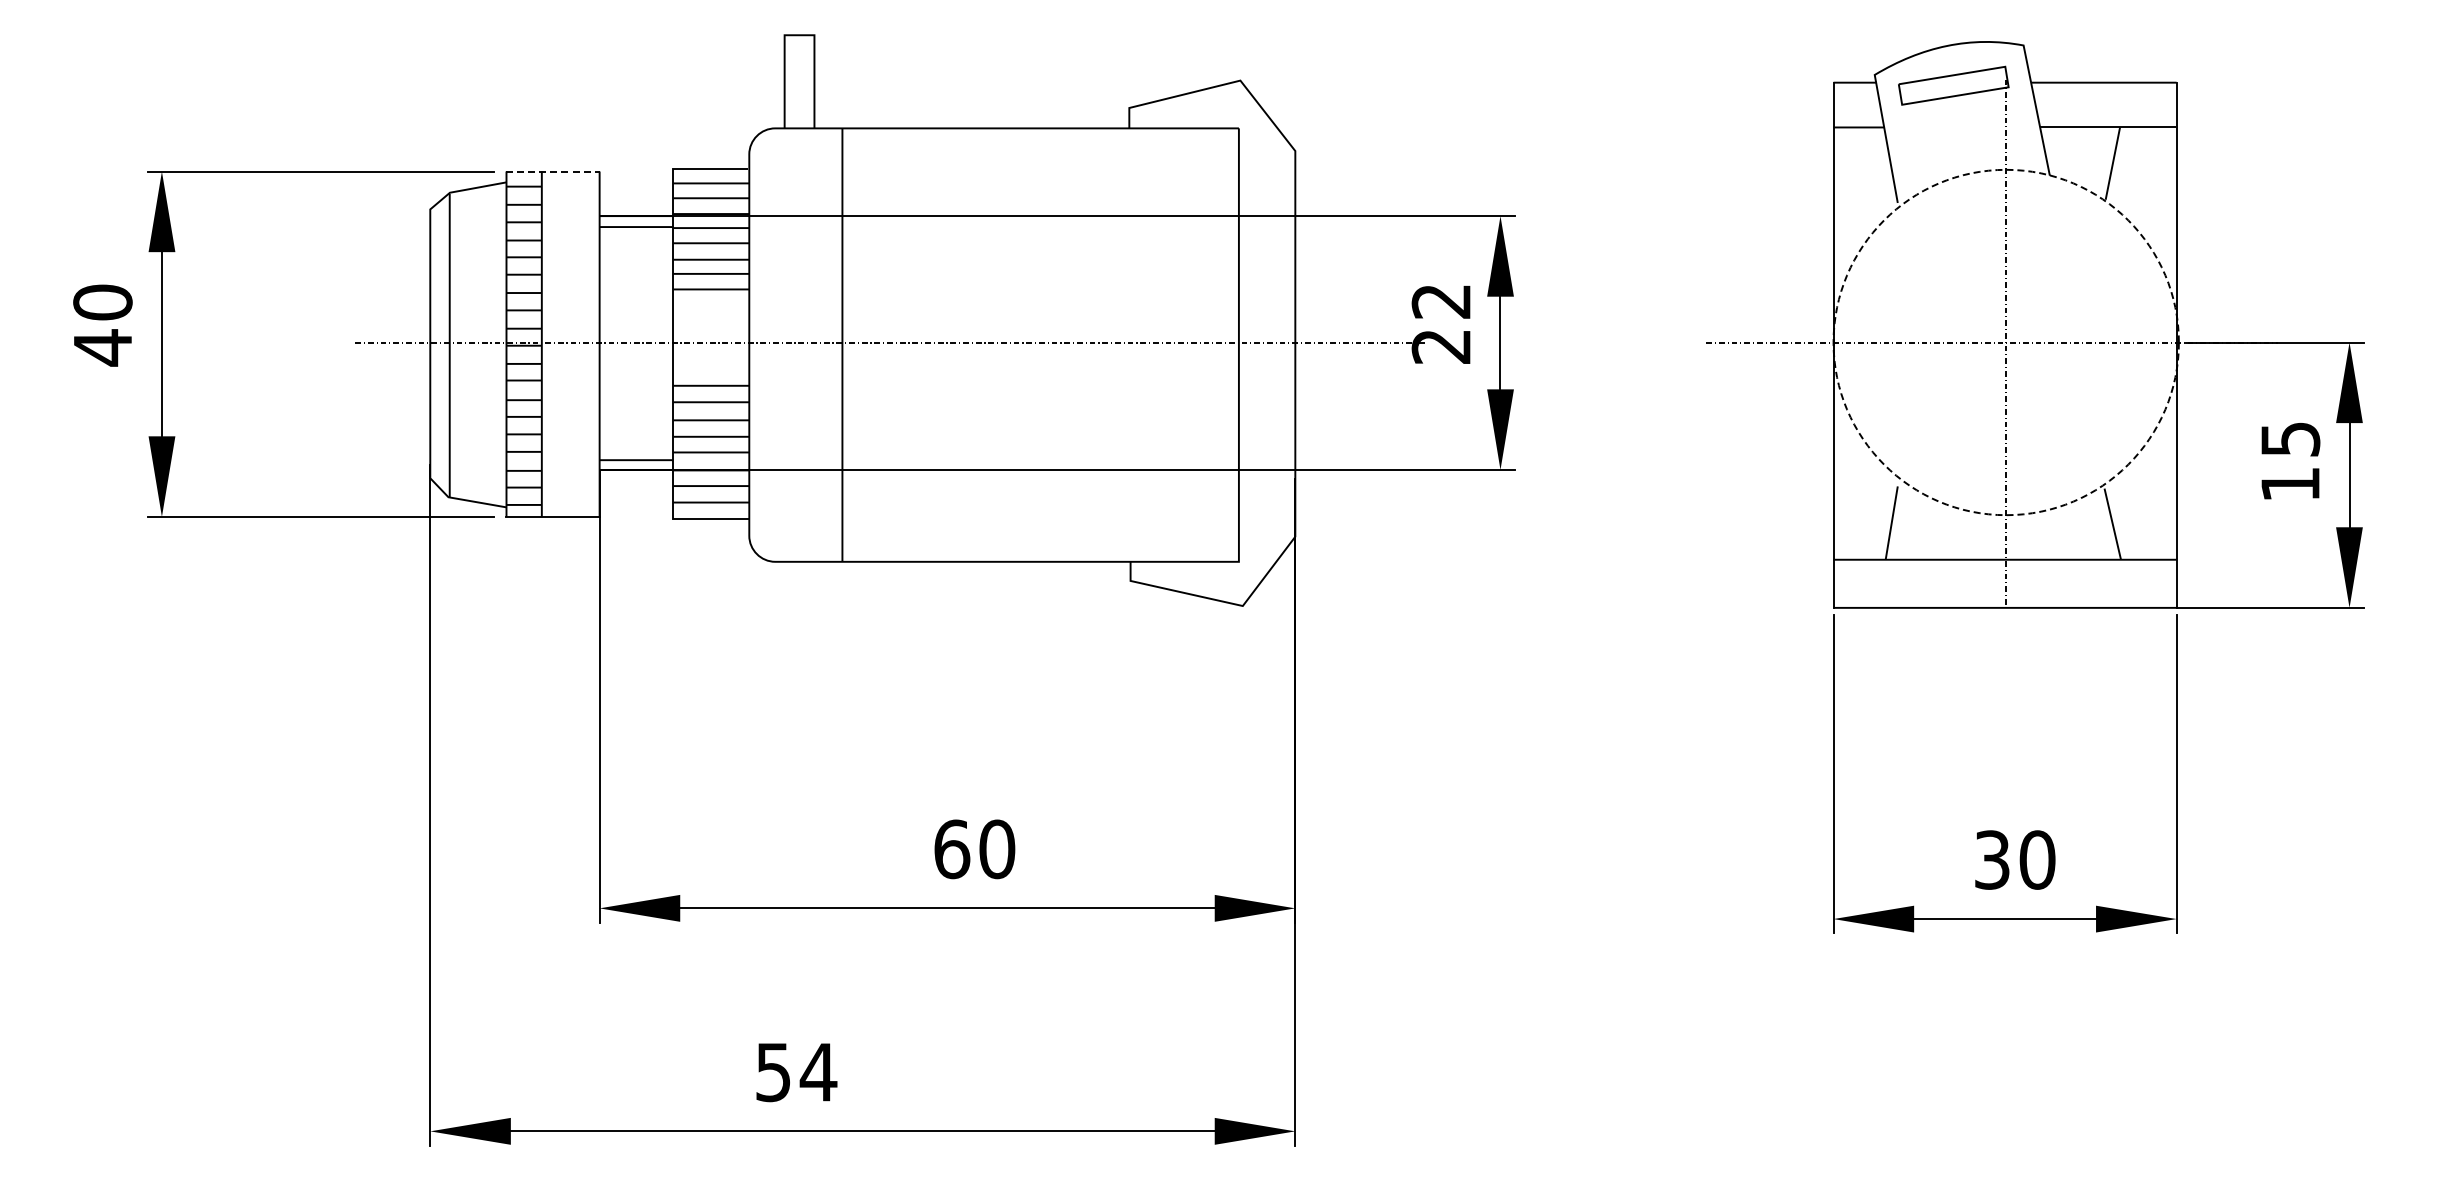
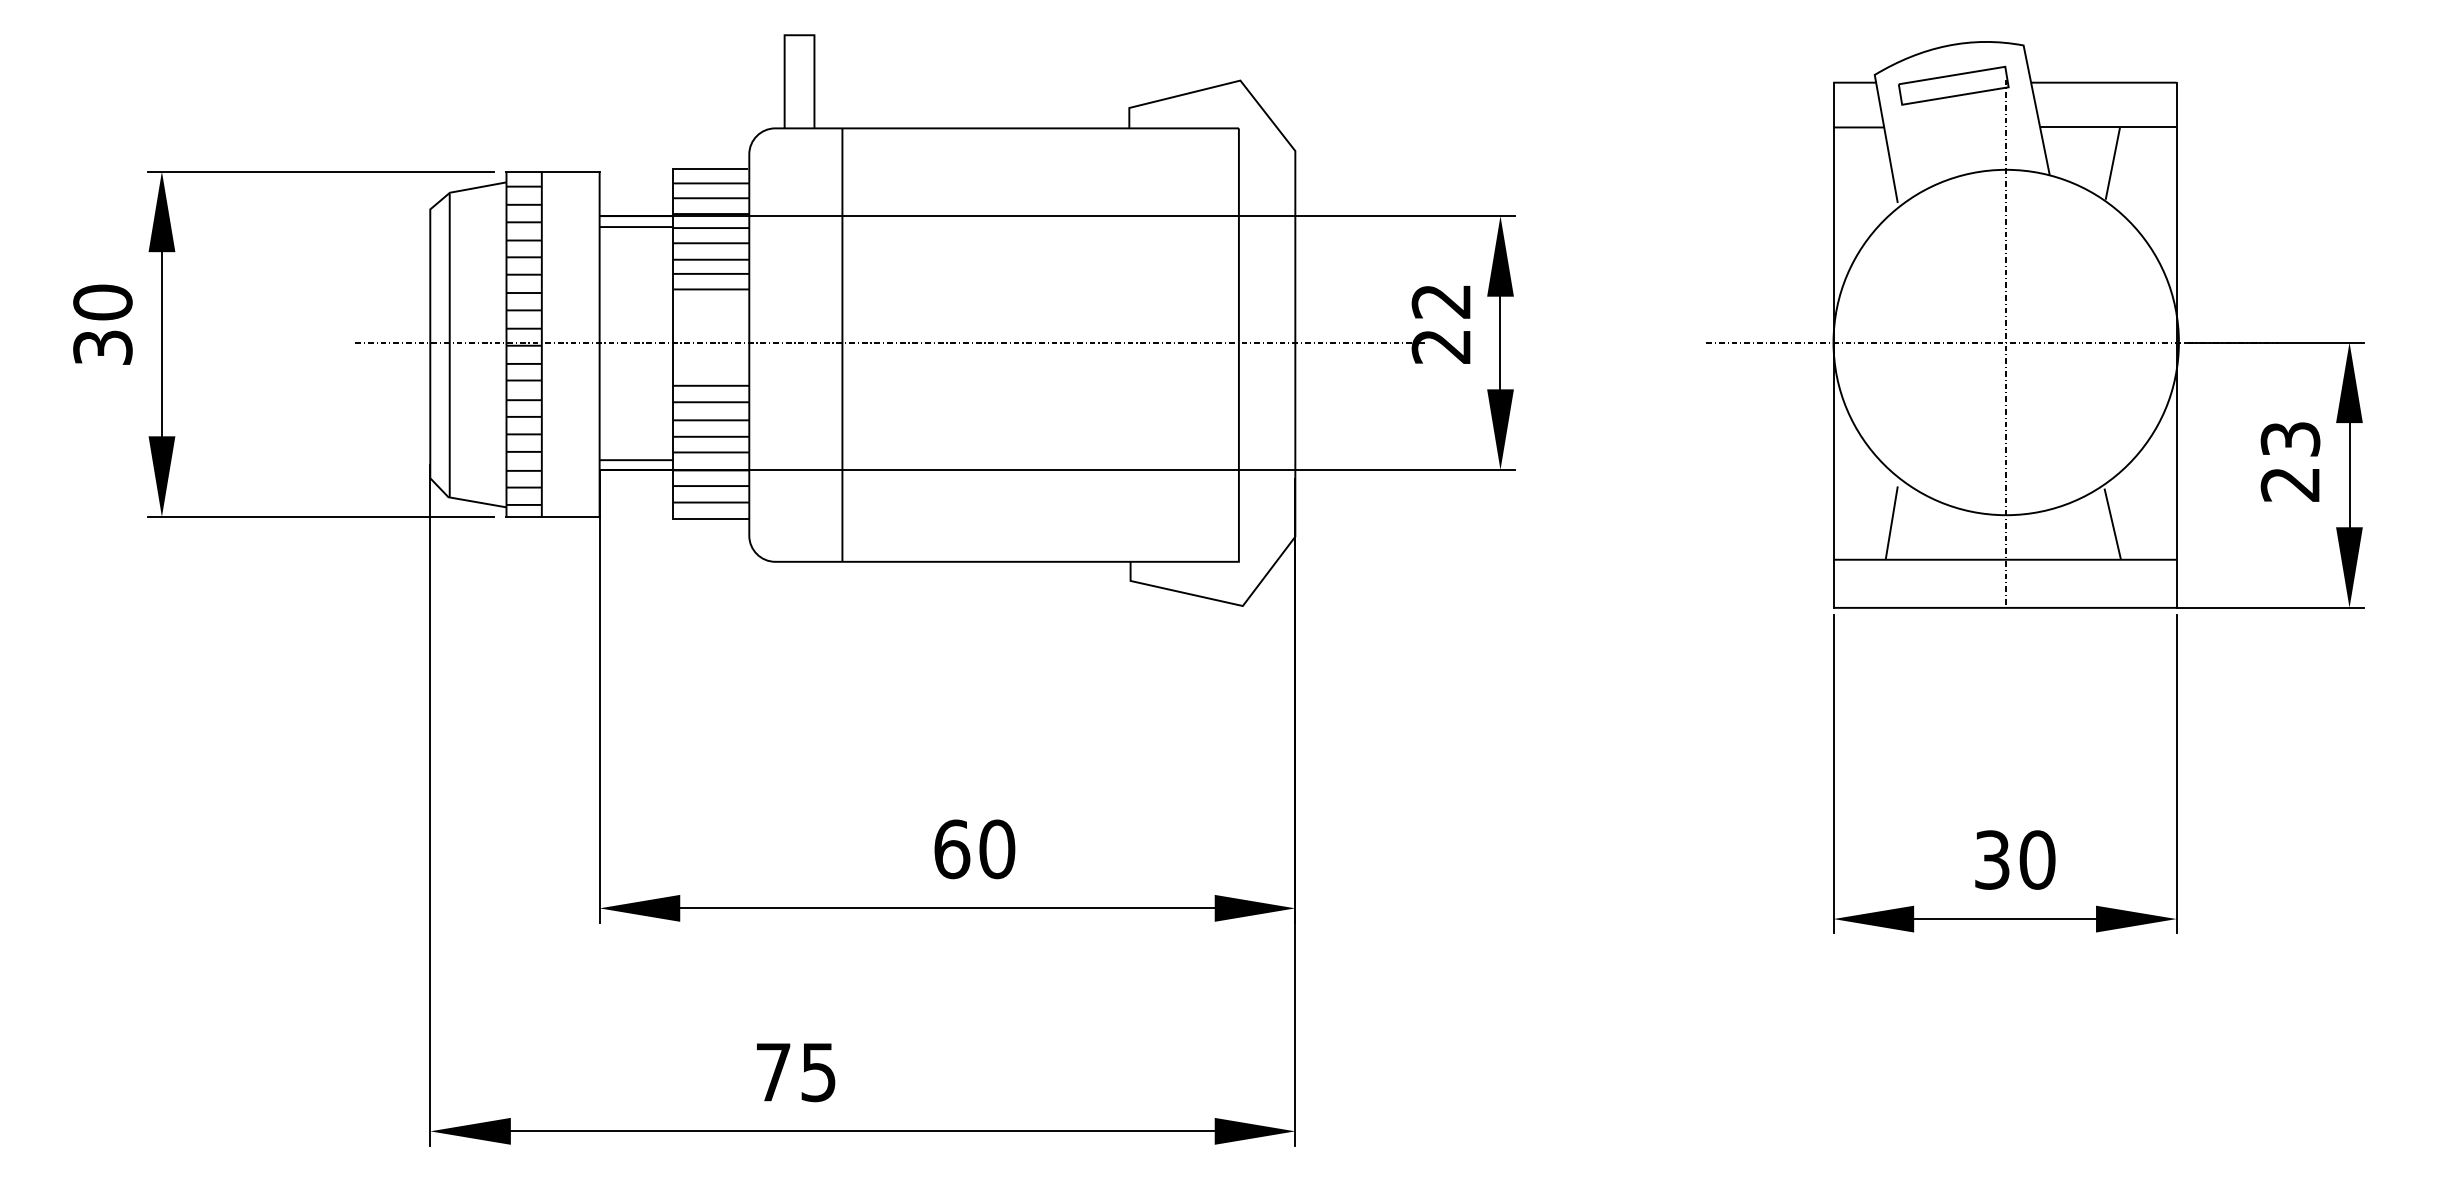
line at (553, 171): dashed -> solid
circle at (2005, 342): dashed -> solid
text at (102, 347): 40 -> 30
text at (2289, 461): 15 -> 23
text at (796, 1072): 54 -> 75
